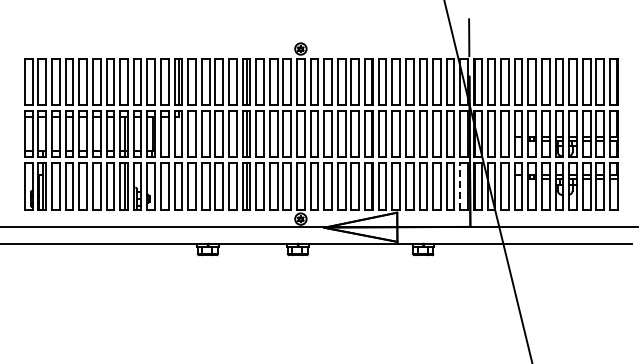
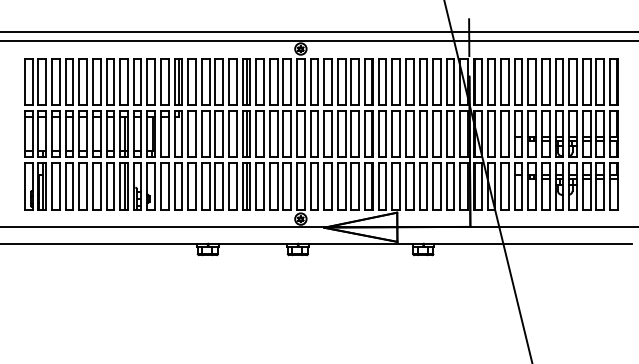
line at (318, 31): none -> present
line at (318, 41): none -> present
line at (460, 185): dashed -> solid
